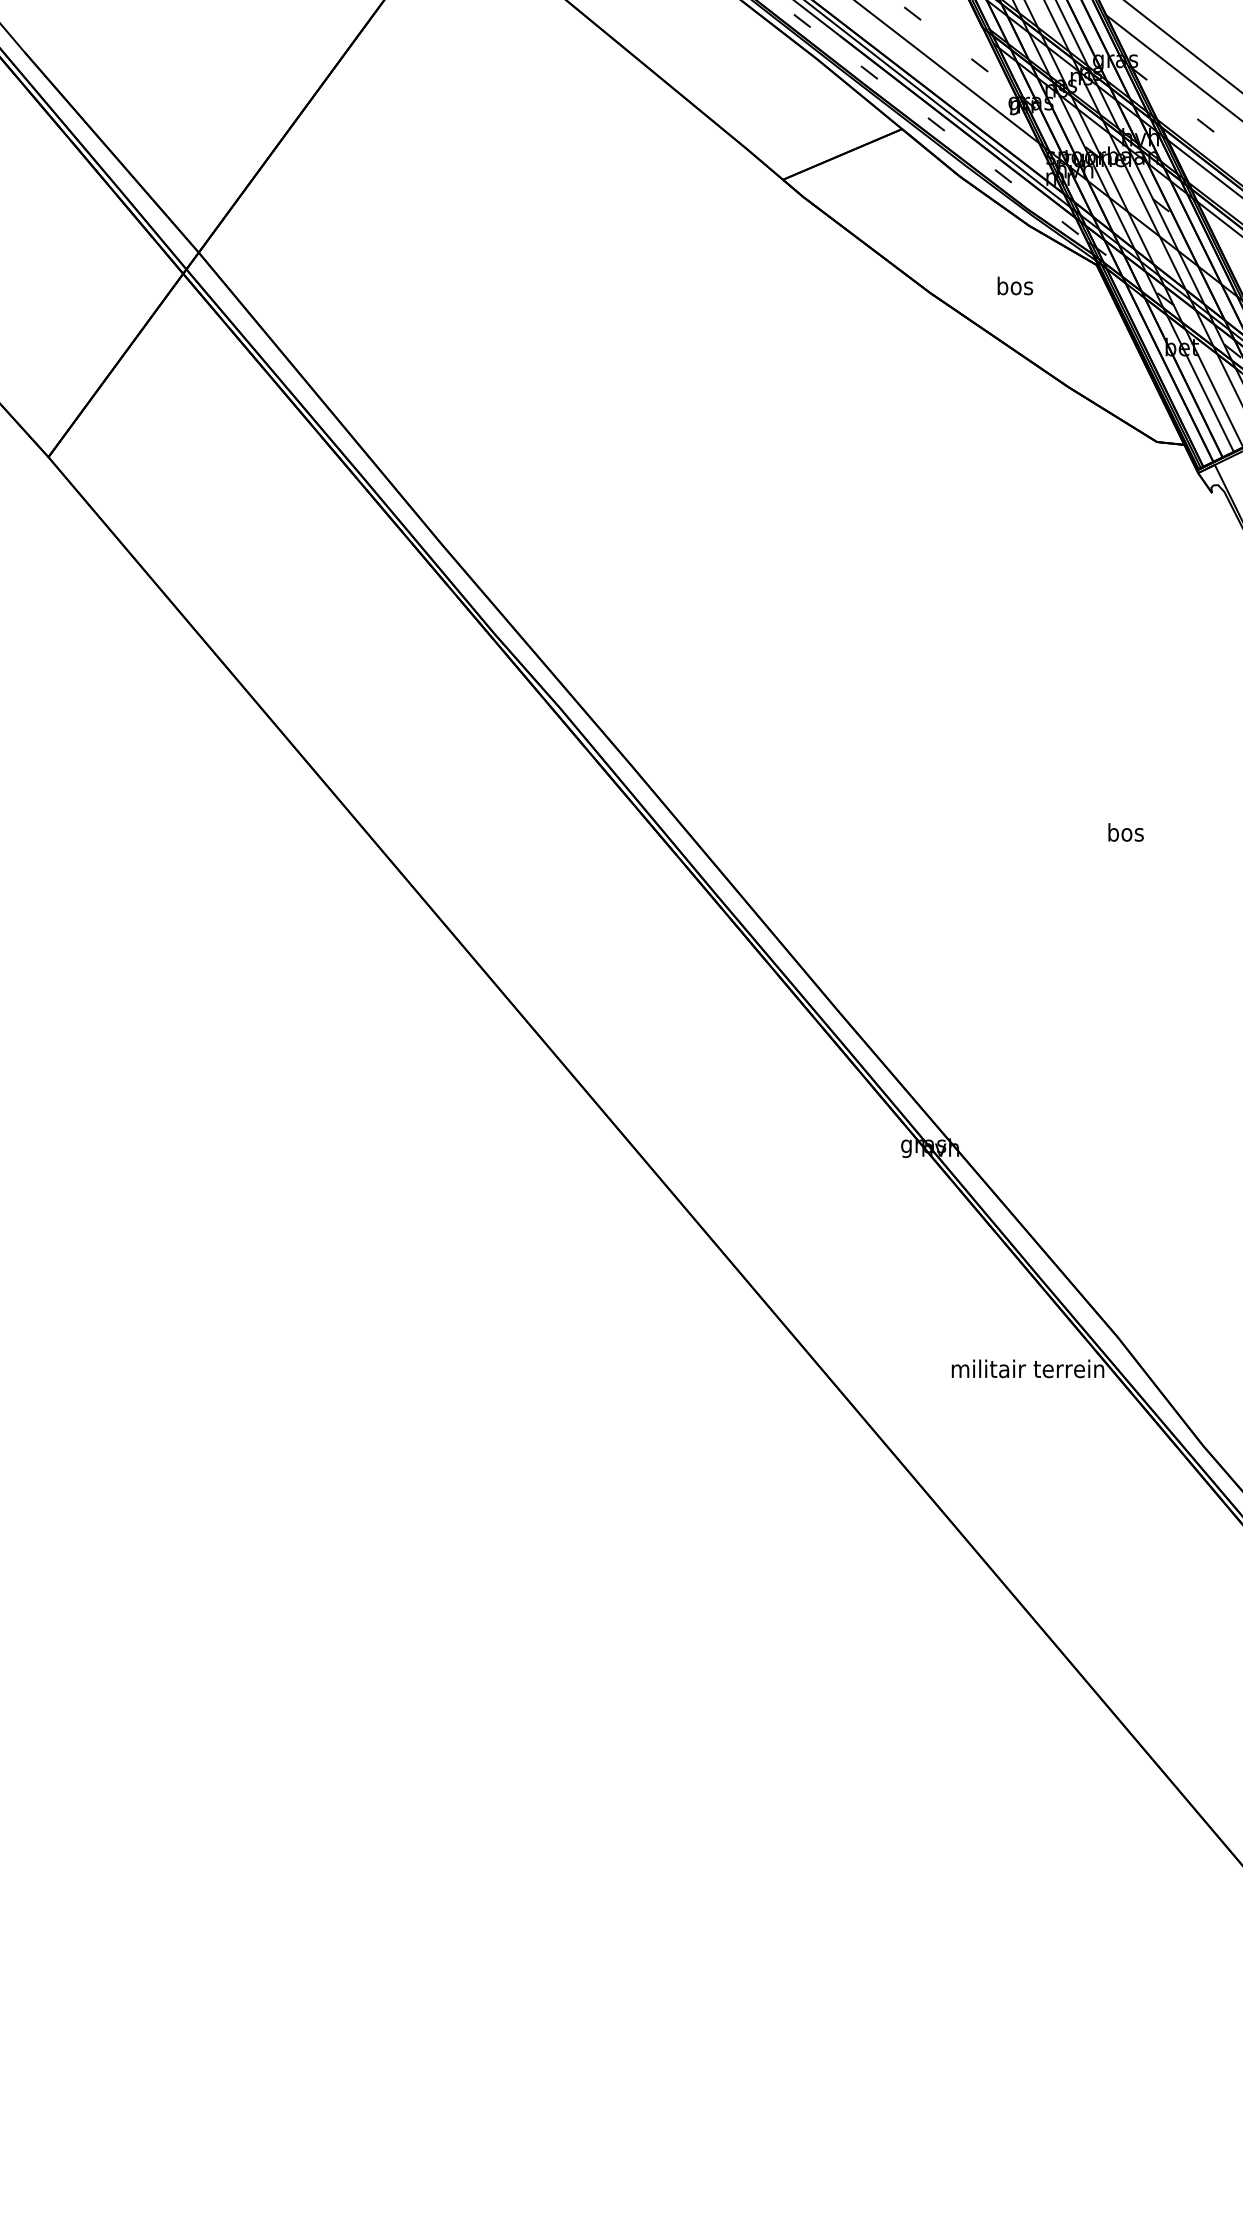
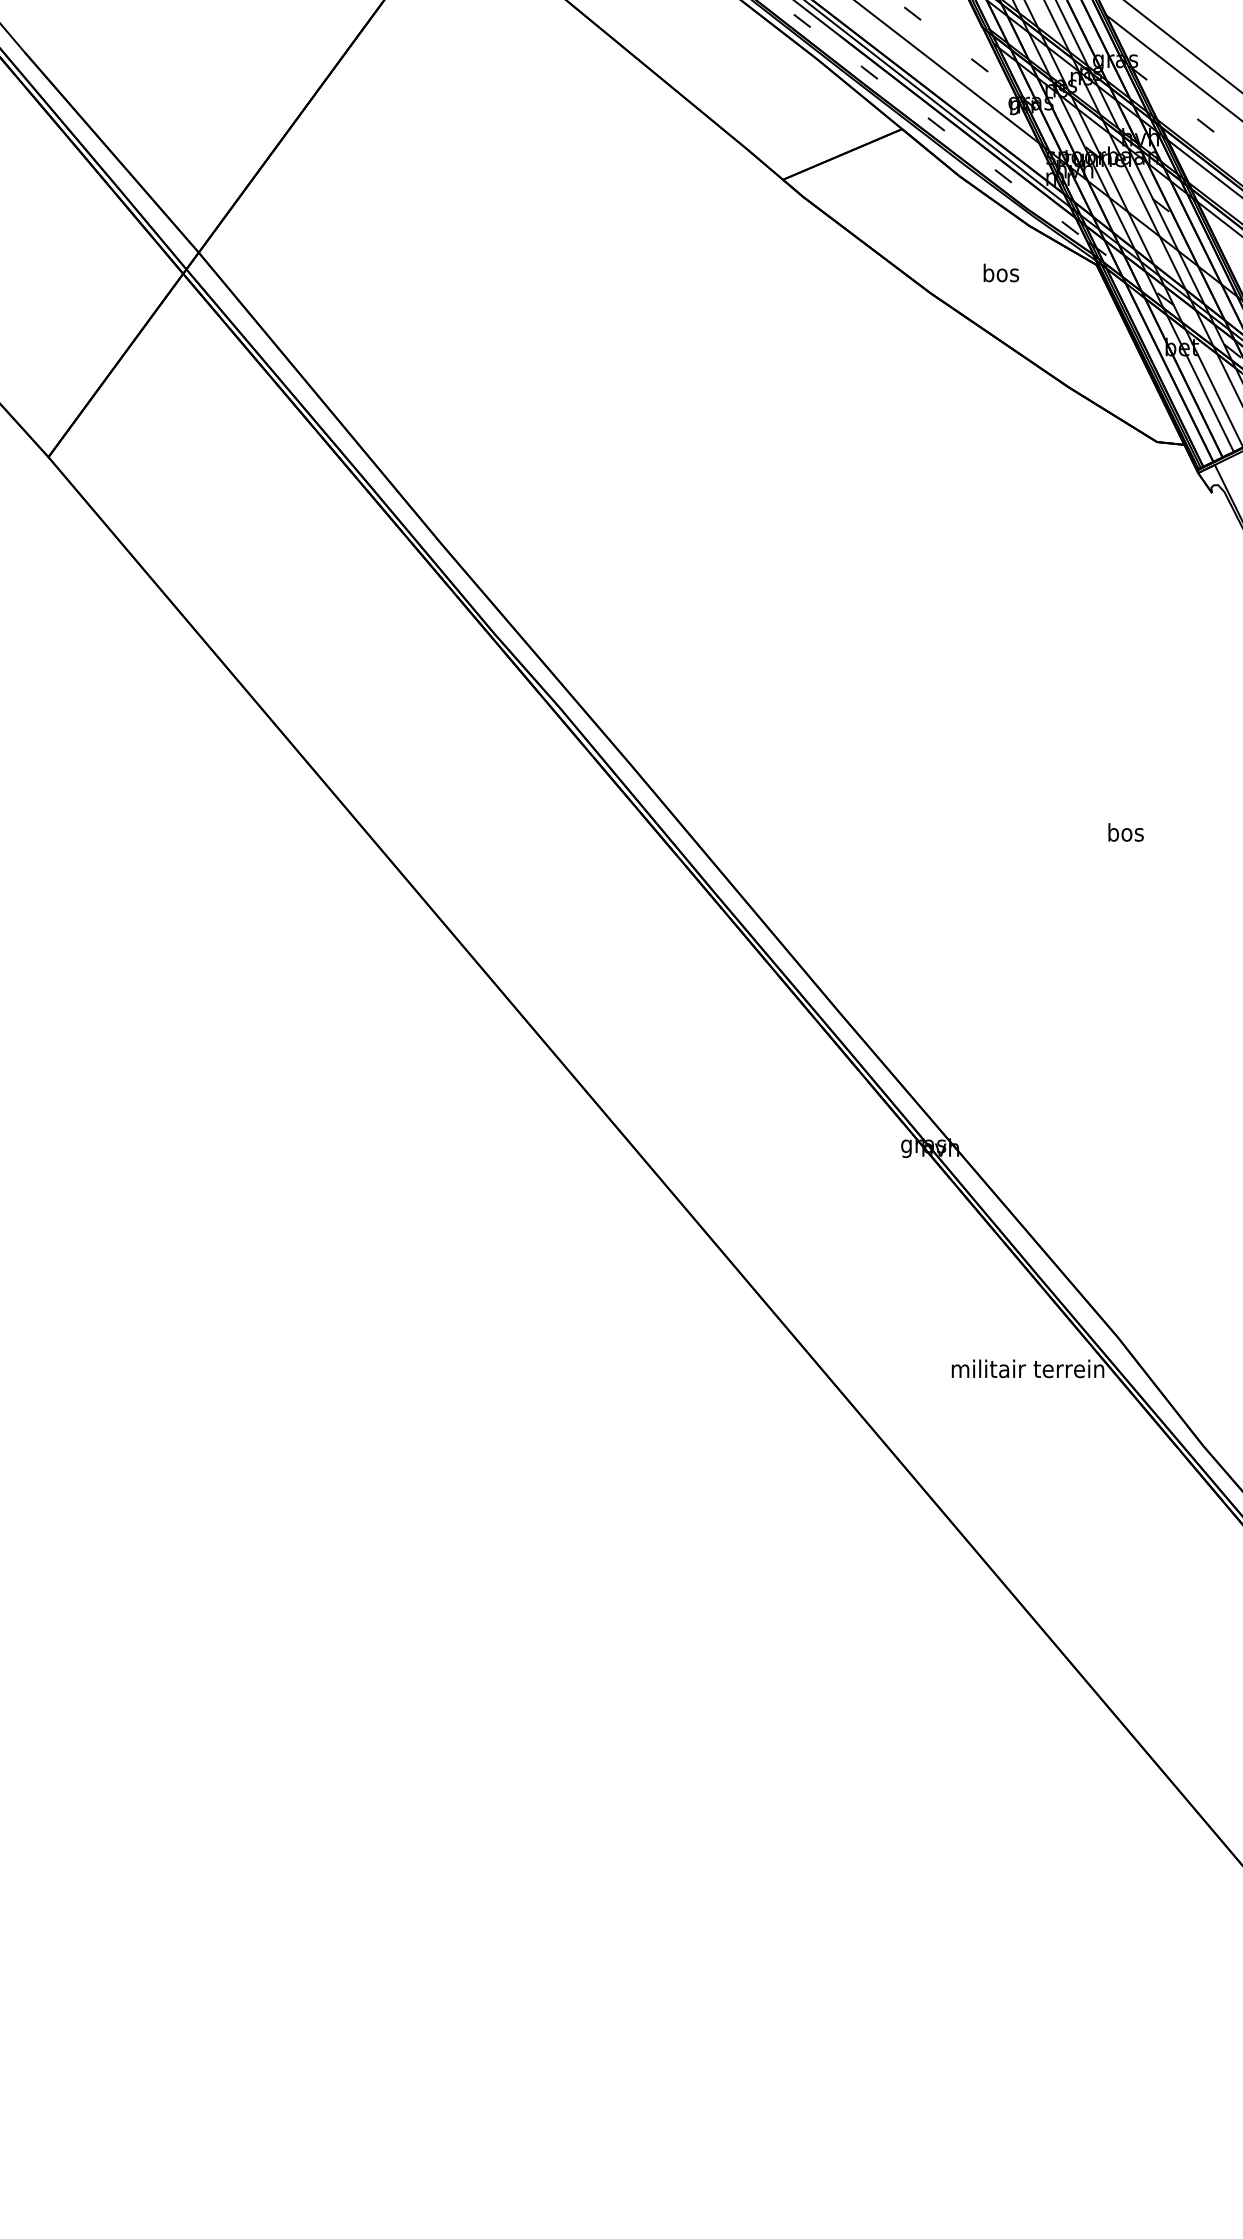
text at (1015, 285) position: (1015, 285) -> (1001, 272)
